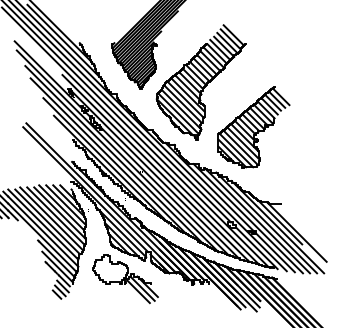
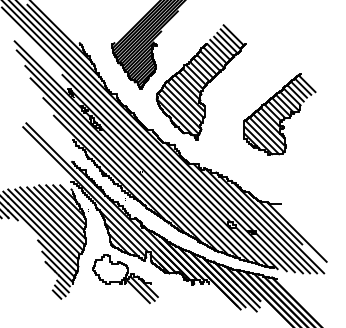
part at (253, 127) position: (253, 127) -> (279, 114)
